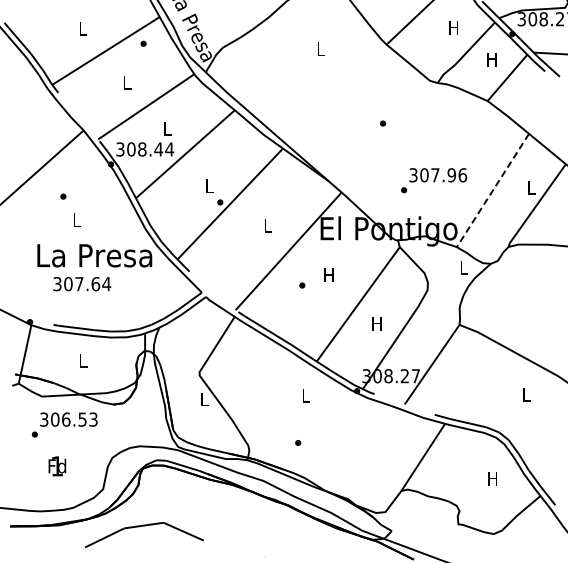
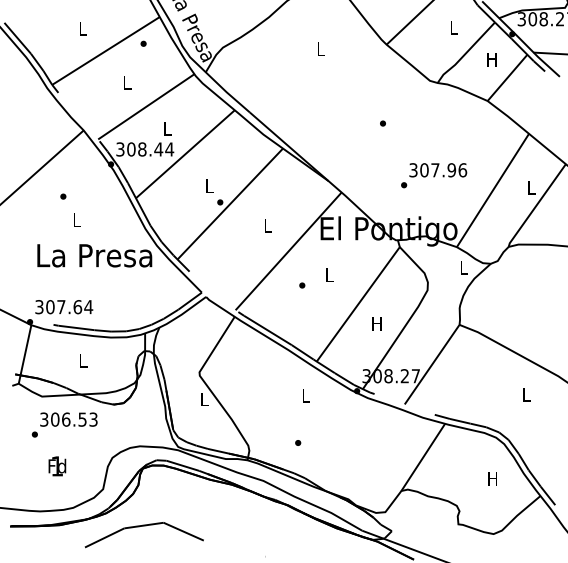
text at (453, 27): H -> L
text at (434, 180) position: (434, 180) -> (434, 175)
line at (492, 190): dashed -> solid
text at (328, 274): H -> L
text at (82, 284) position: (82, 284) -> (64, 307)
